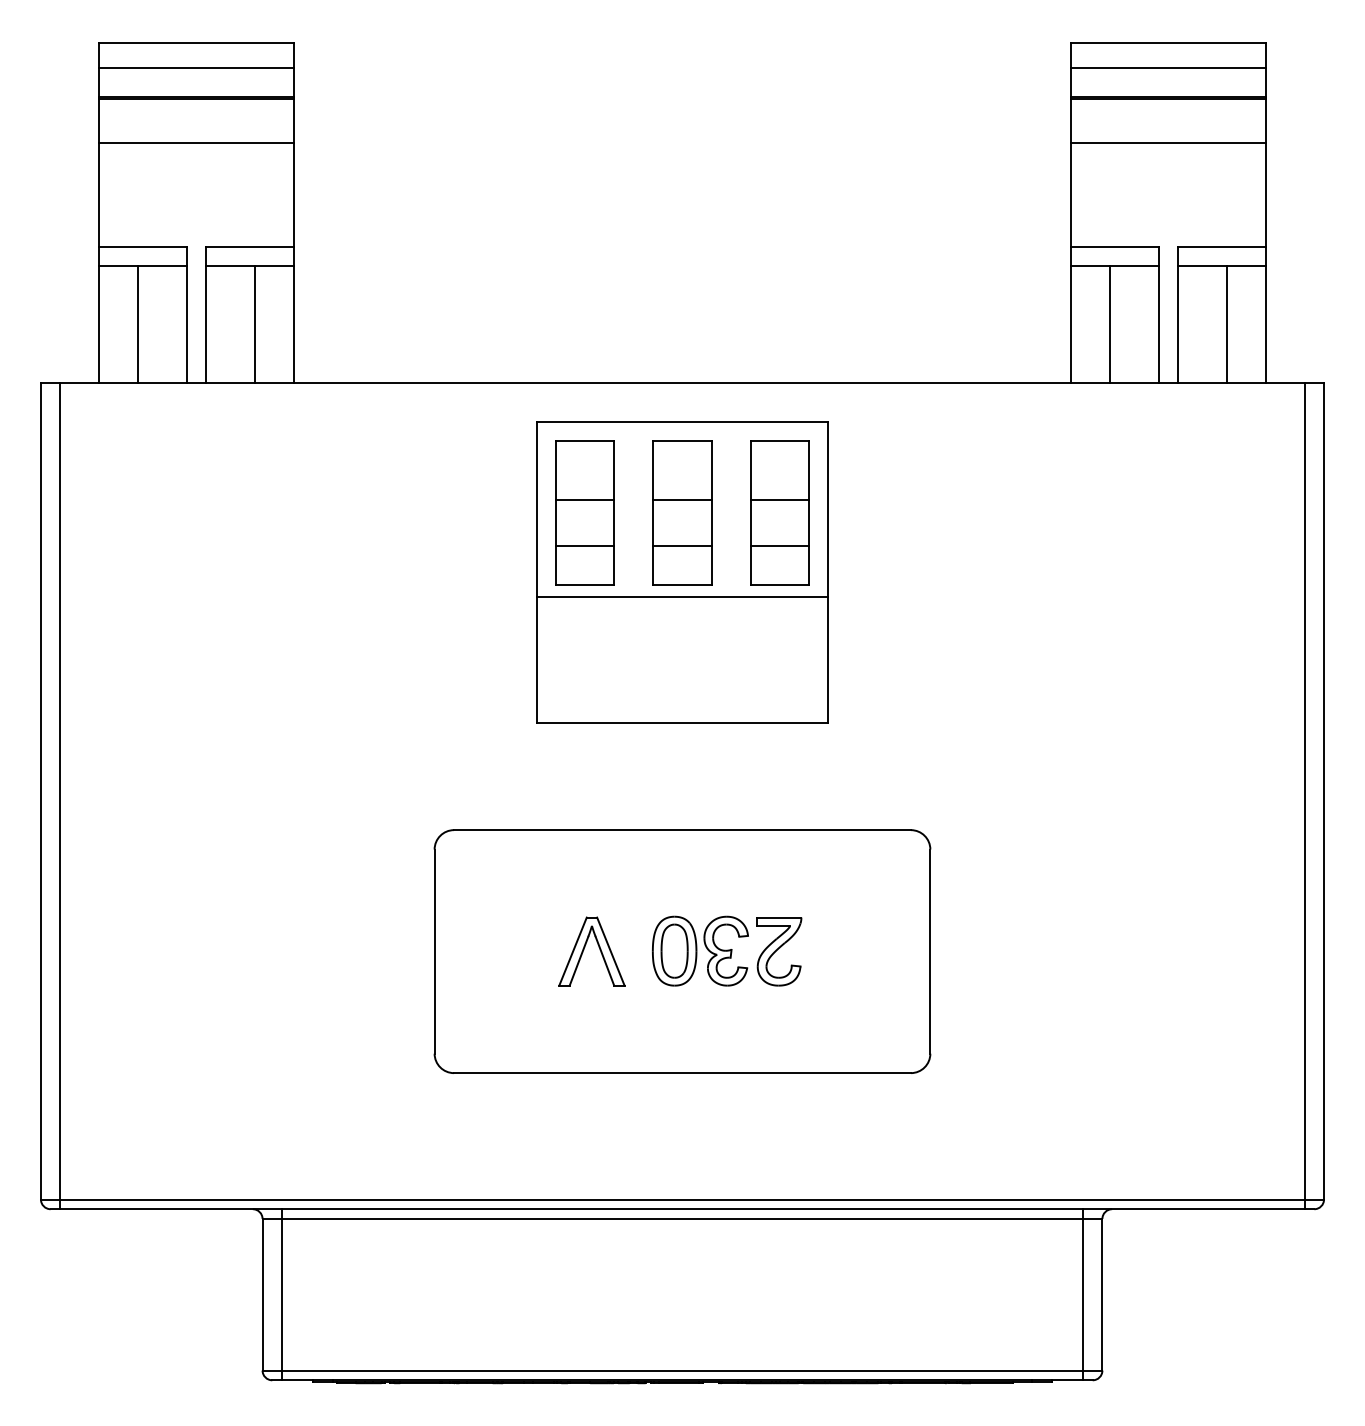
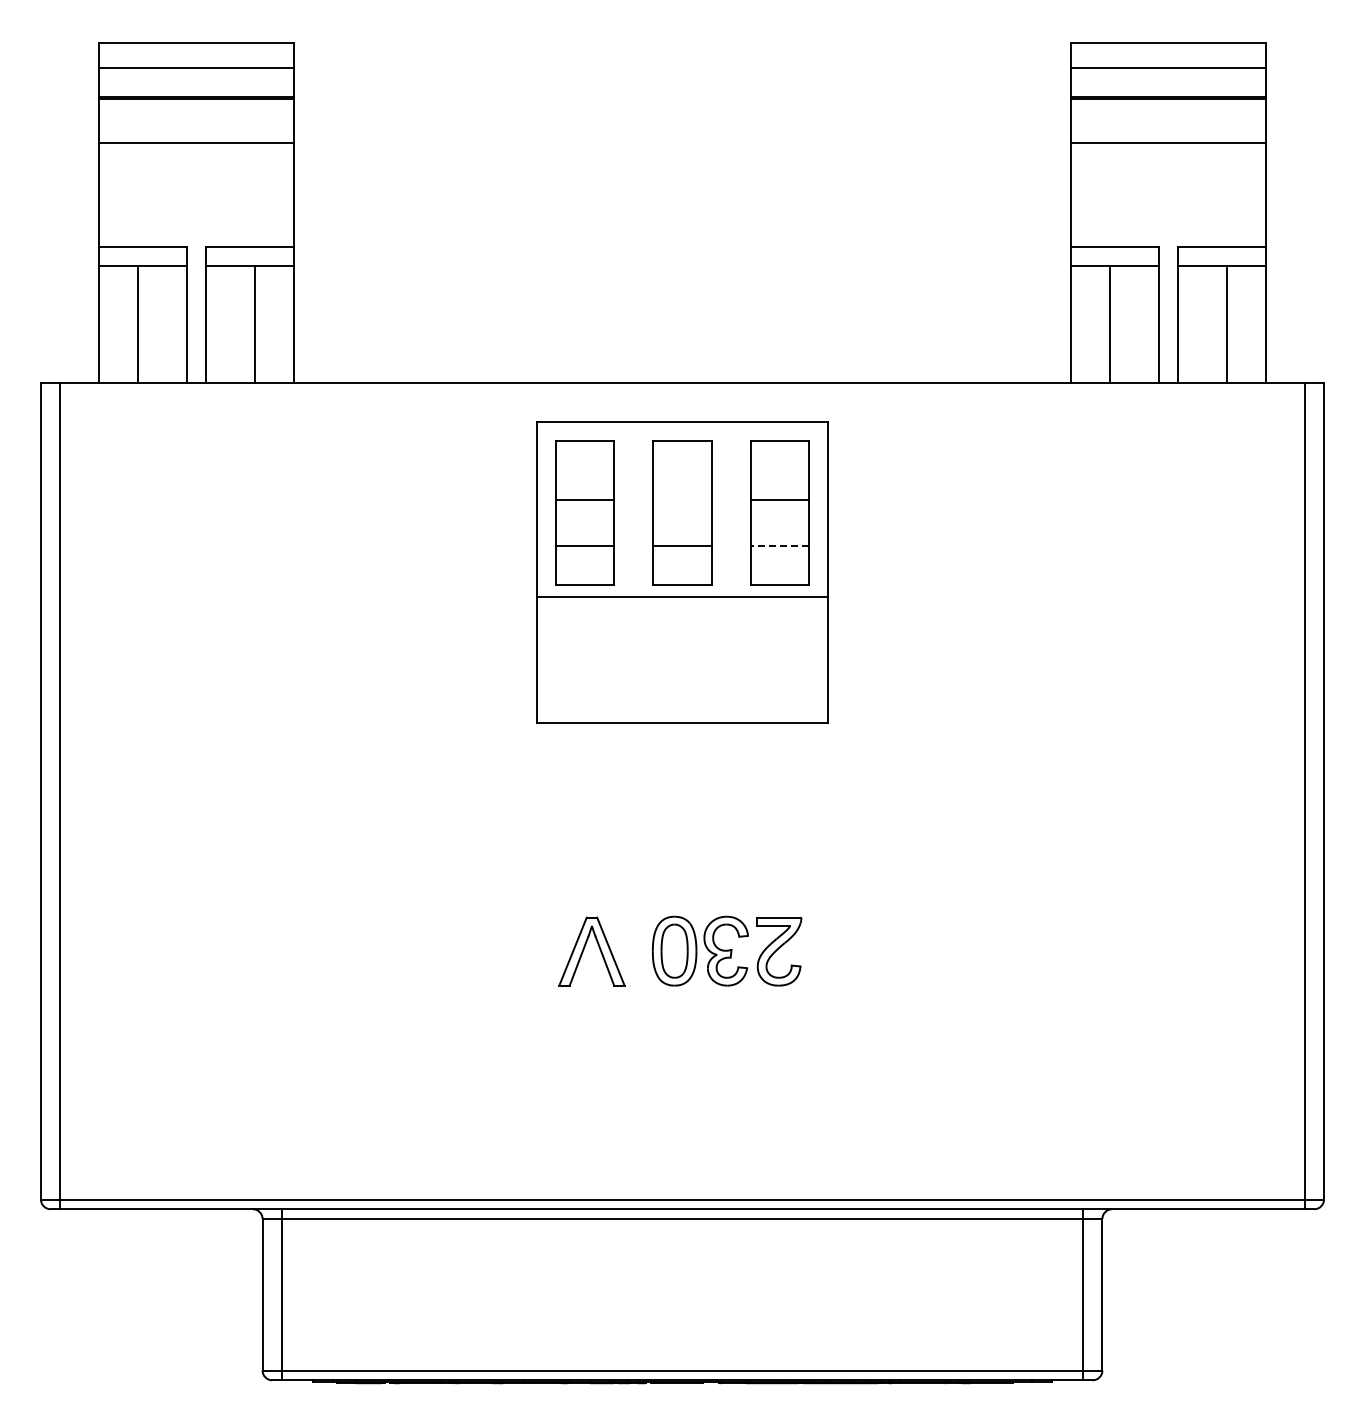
line at (682, 499): present -> none
line at (779, 546): solid -> dashed
part at (682, 951): present -> none
